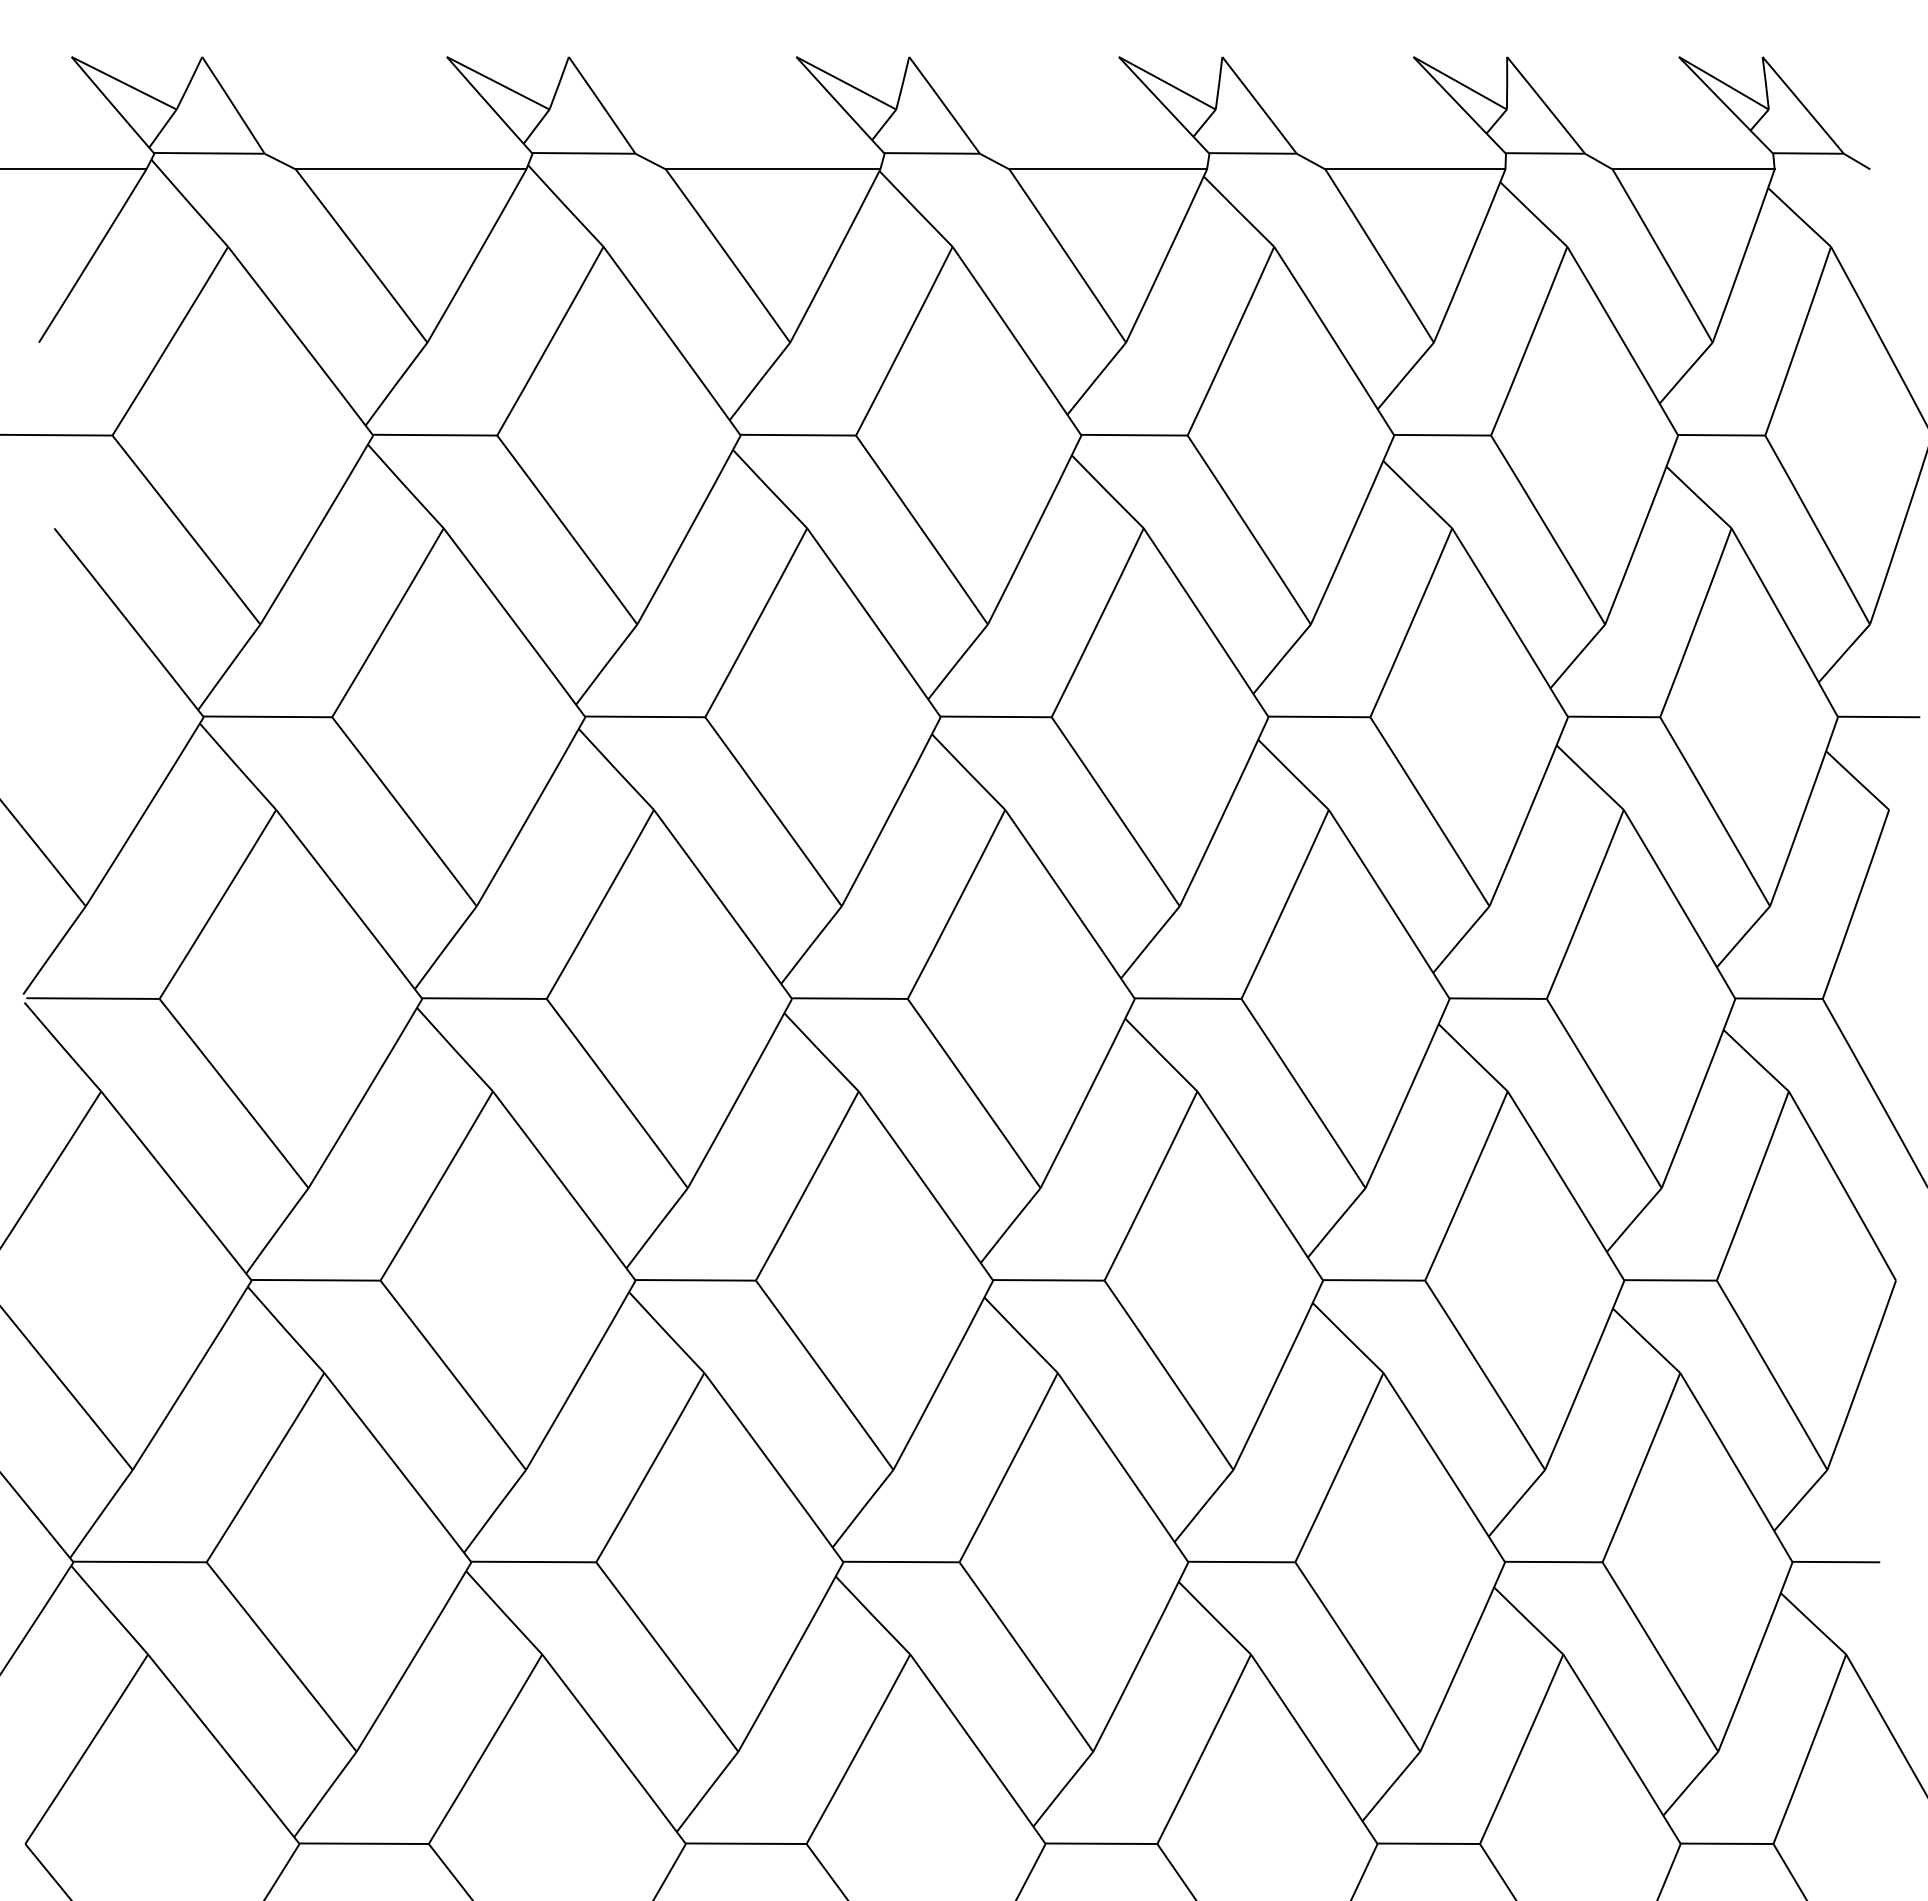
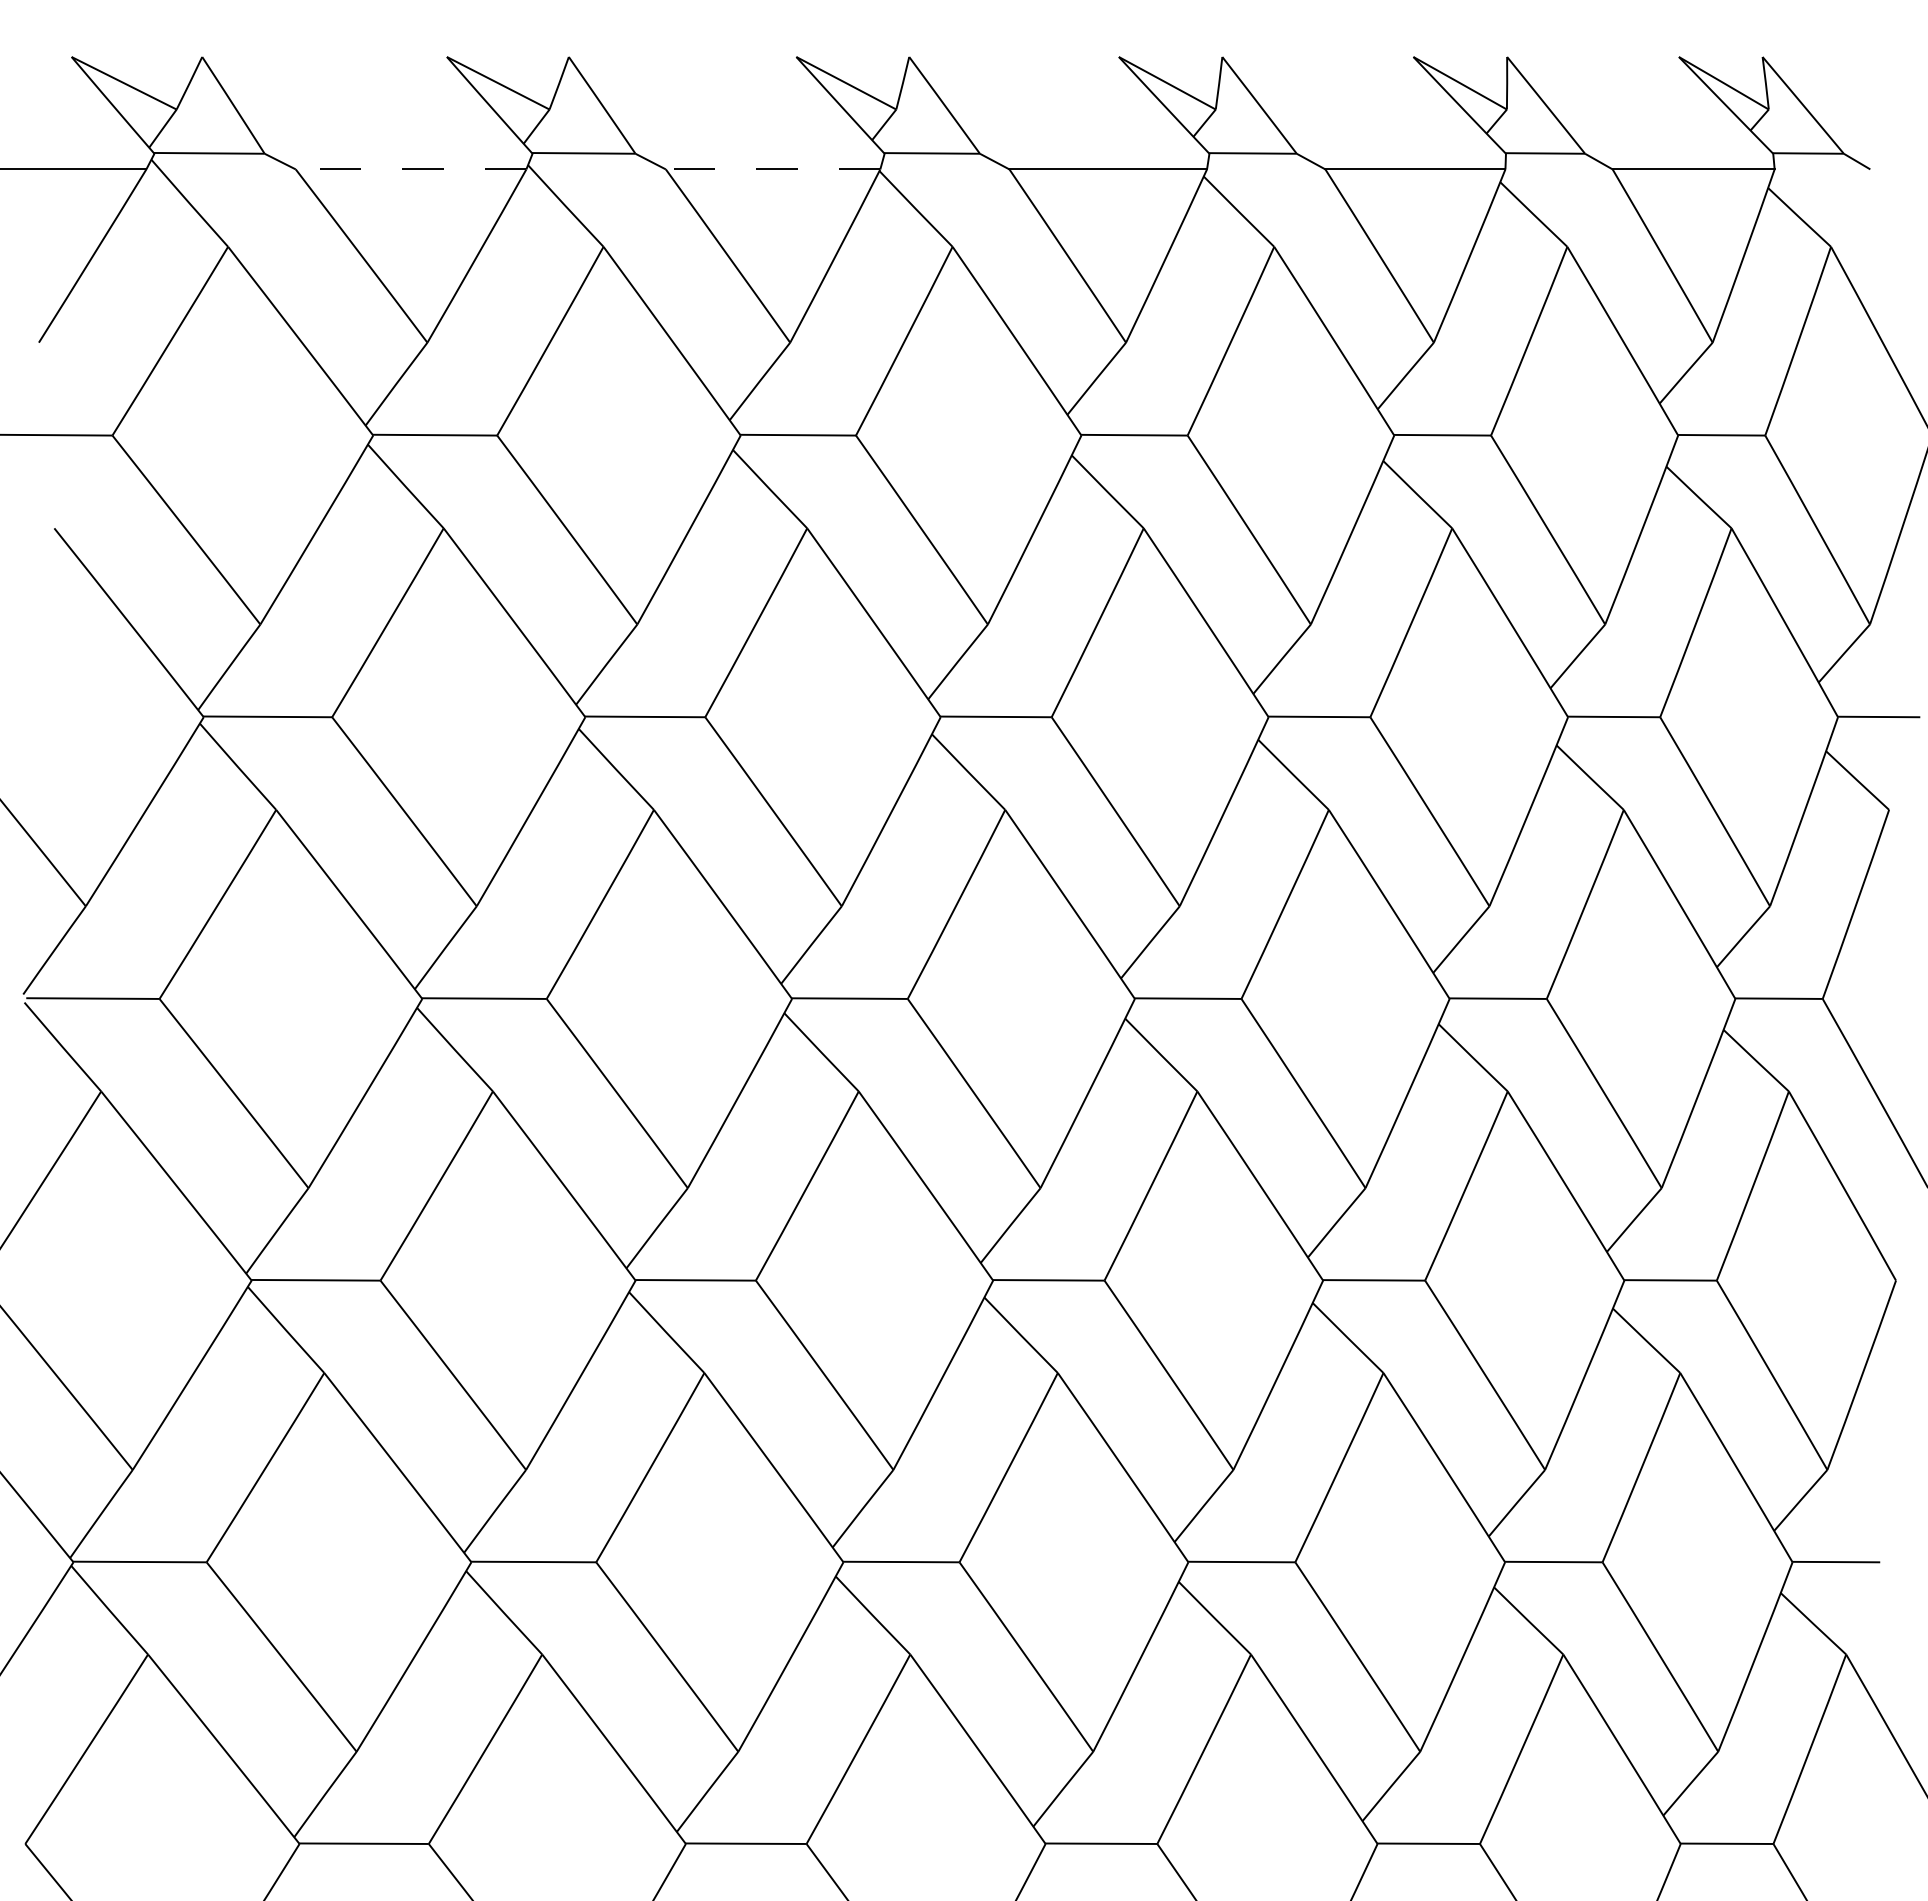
line at (410, 169): solid -> dashed
line at (772, 169): solid -> dashed
